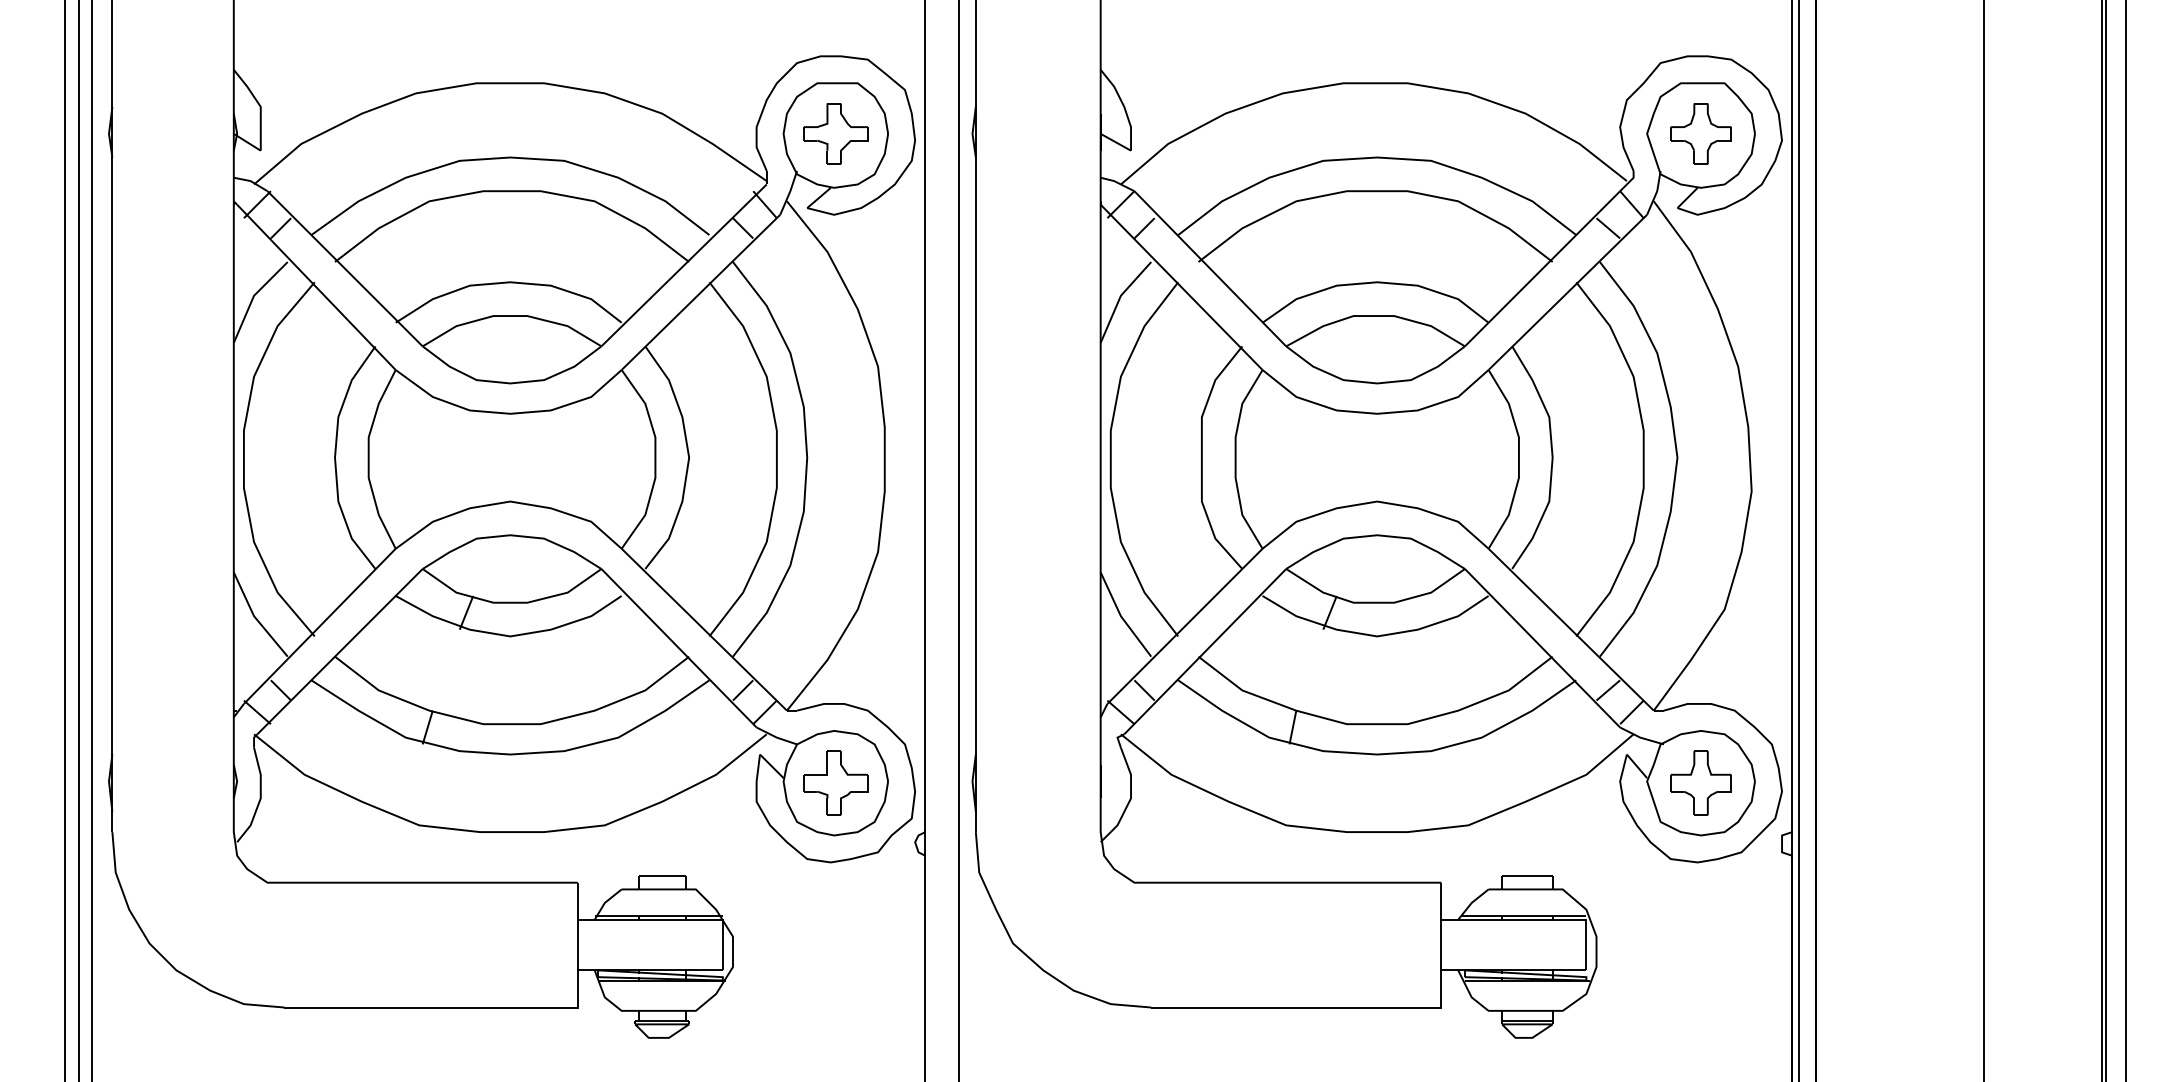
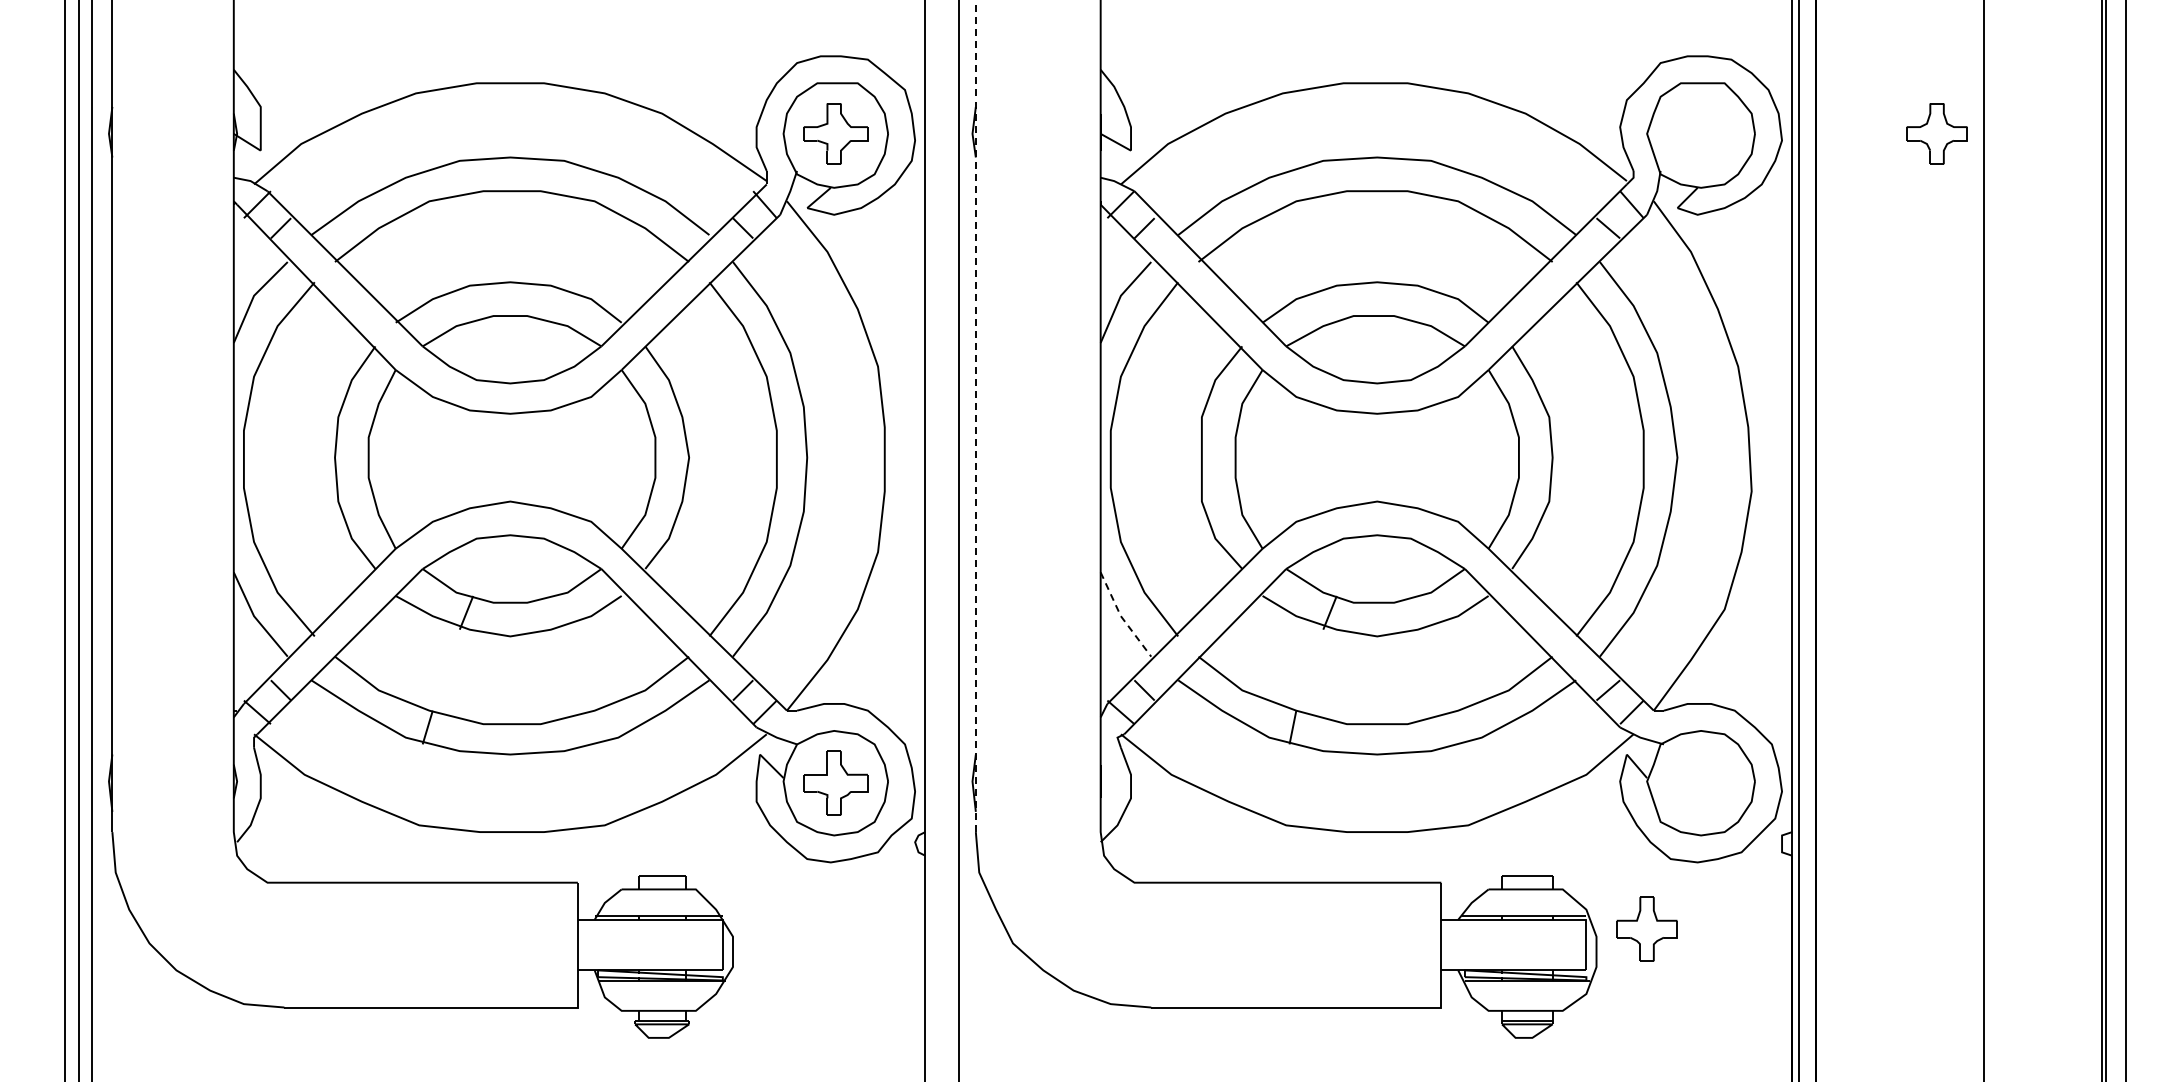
part at (1700, 133) position: (1700, 133) -> (1936, 133)
line at (975, 416): solid -> dashed
line at (1121, 617): solid -> dashed
part at (1700, 782) position: (1700, 782) -> (1646, 928)
